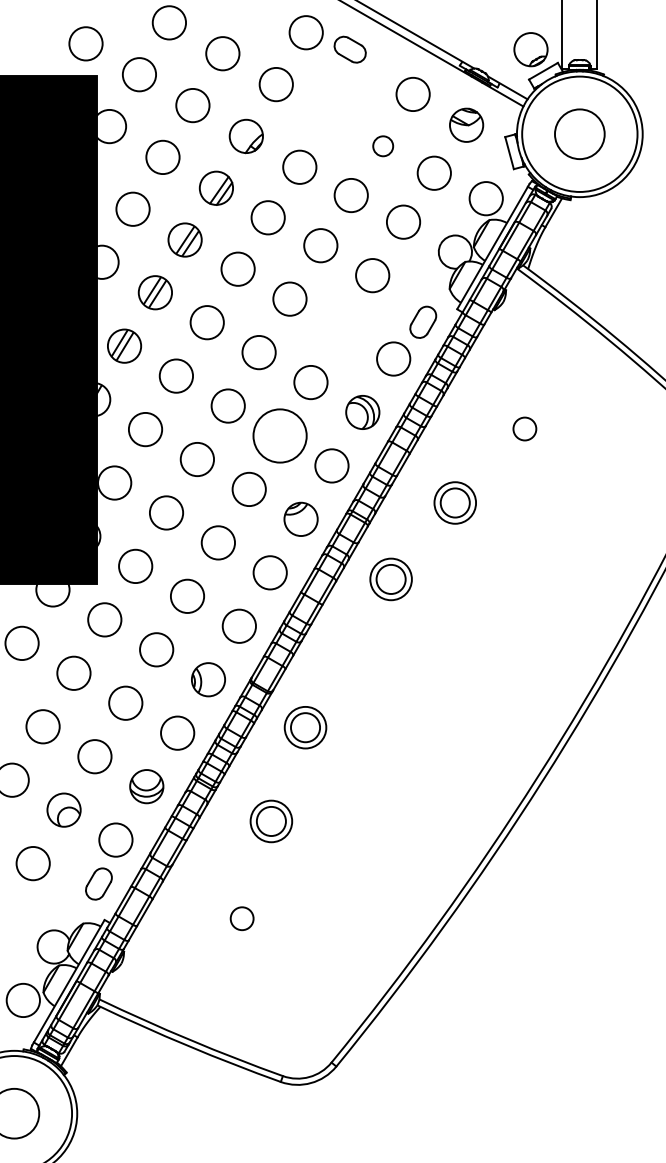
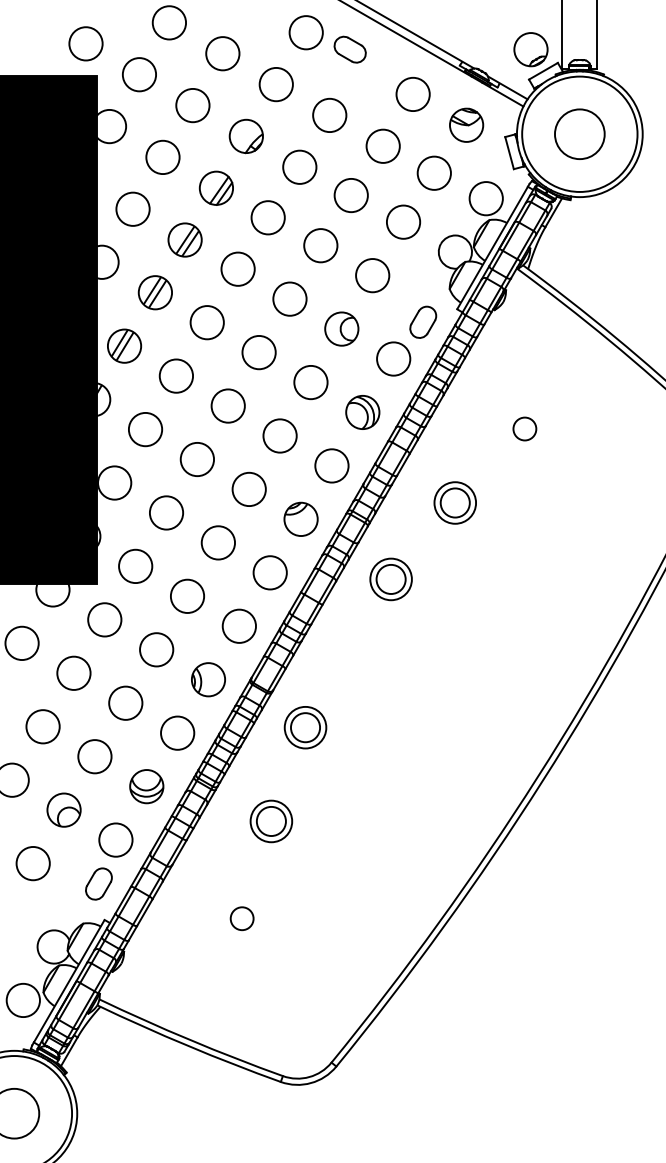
circle at (329, 114): none -> present
circle at (383, 146) diameter: 20 px -> 33 px
part at (341, 328): none -> present
circle at (279, 435) diameter: 53 px -> 33 px
